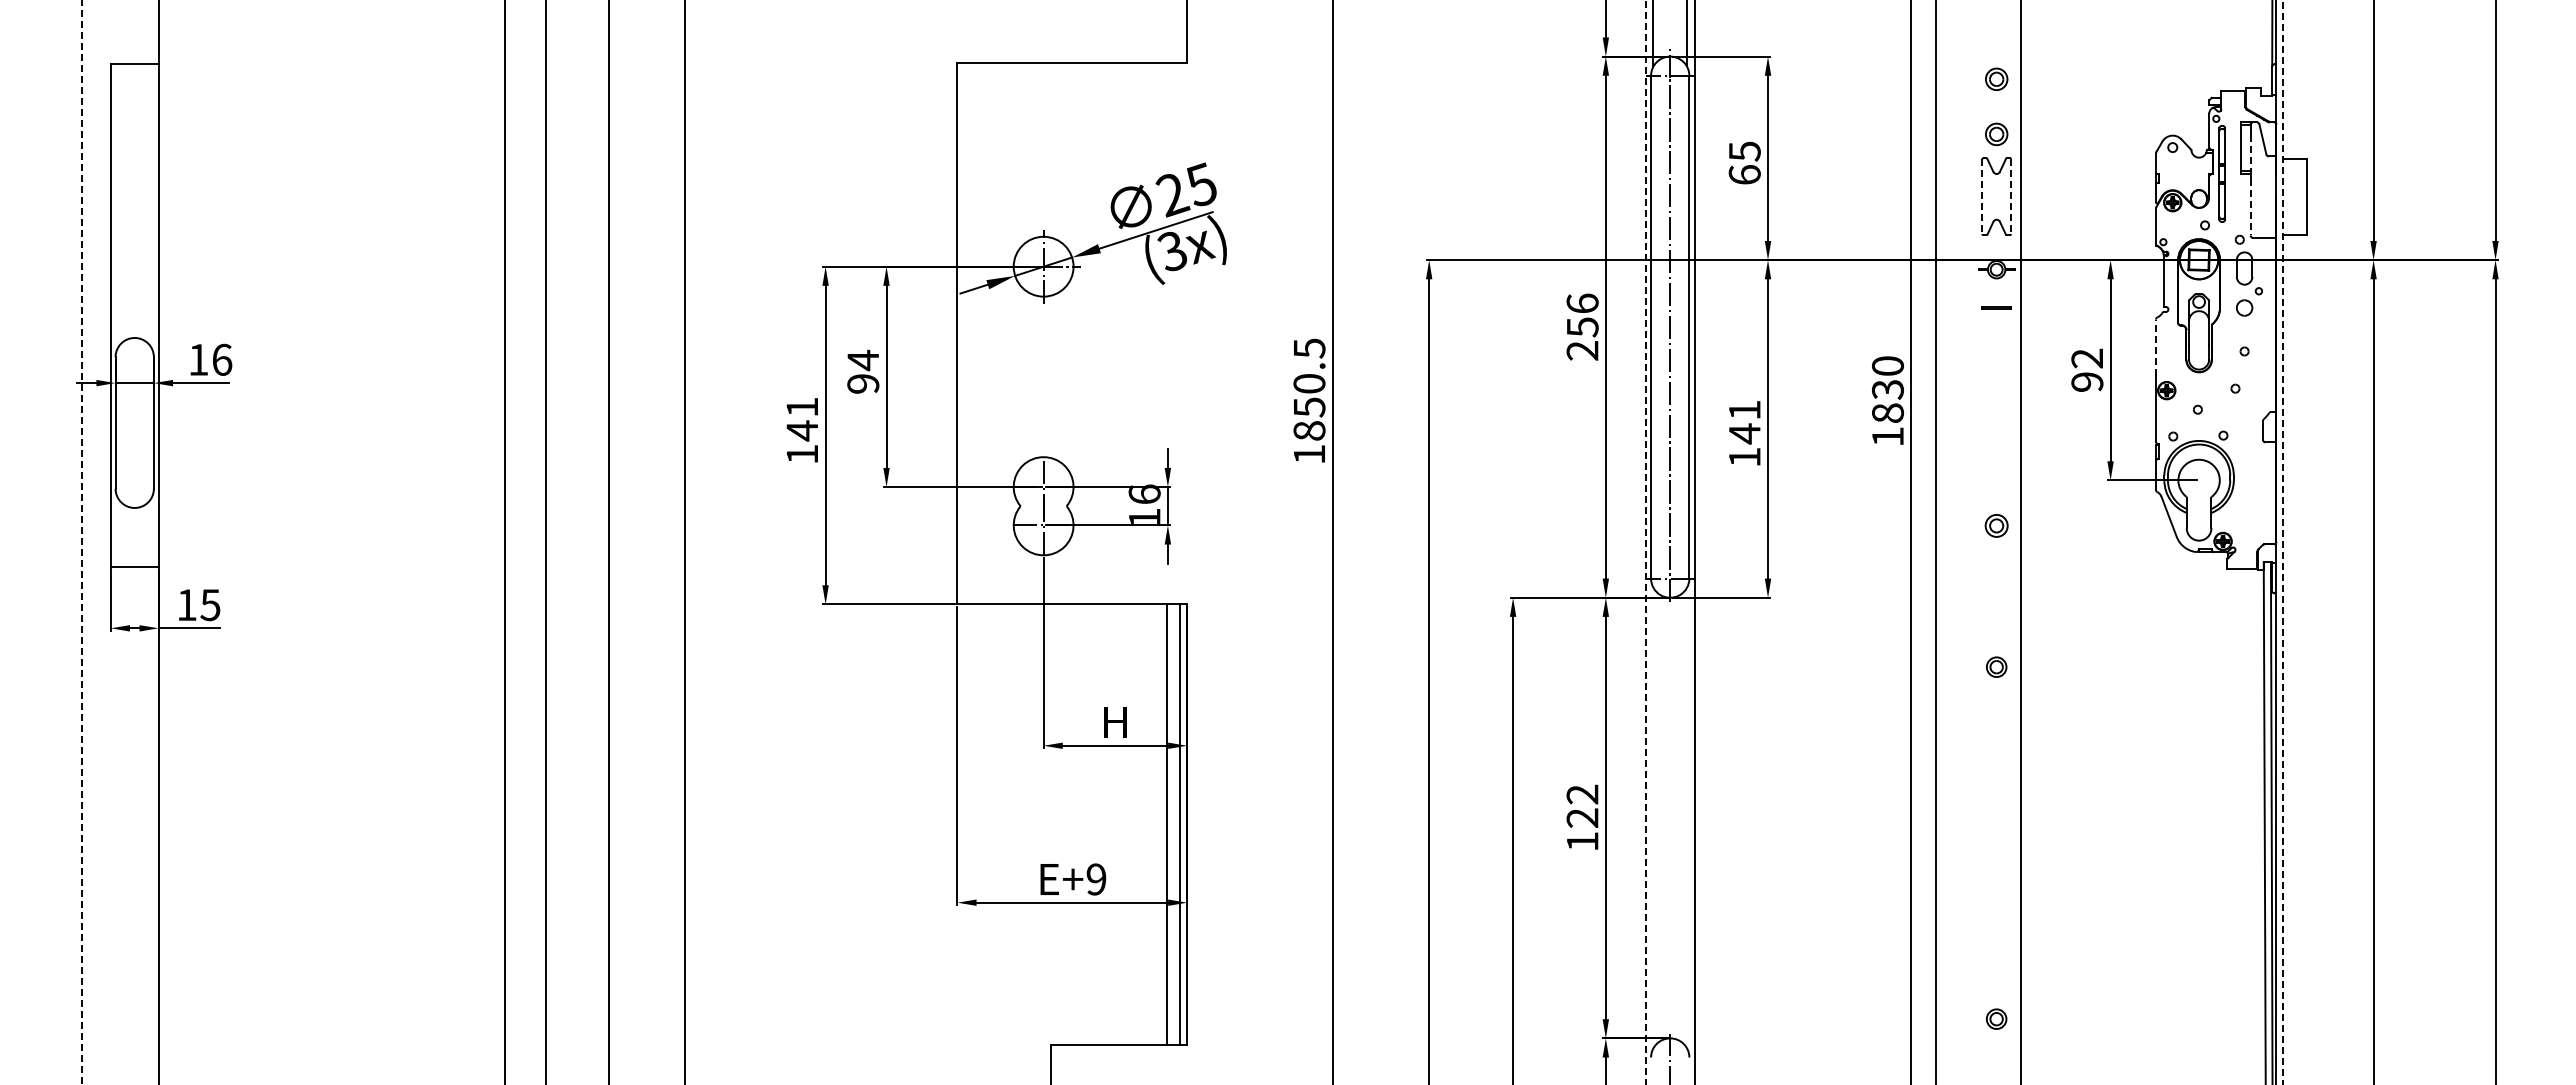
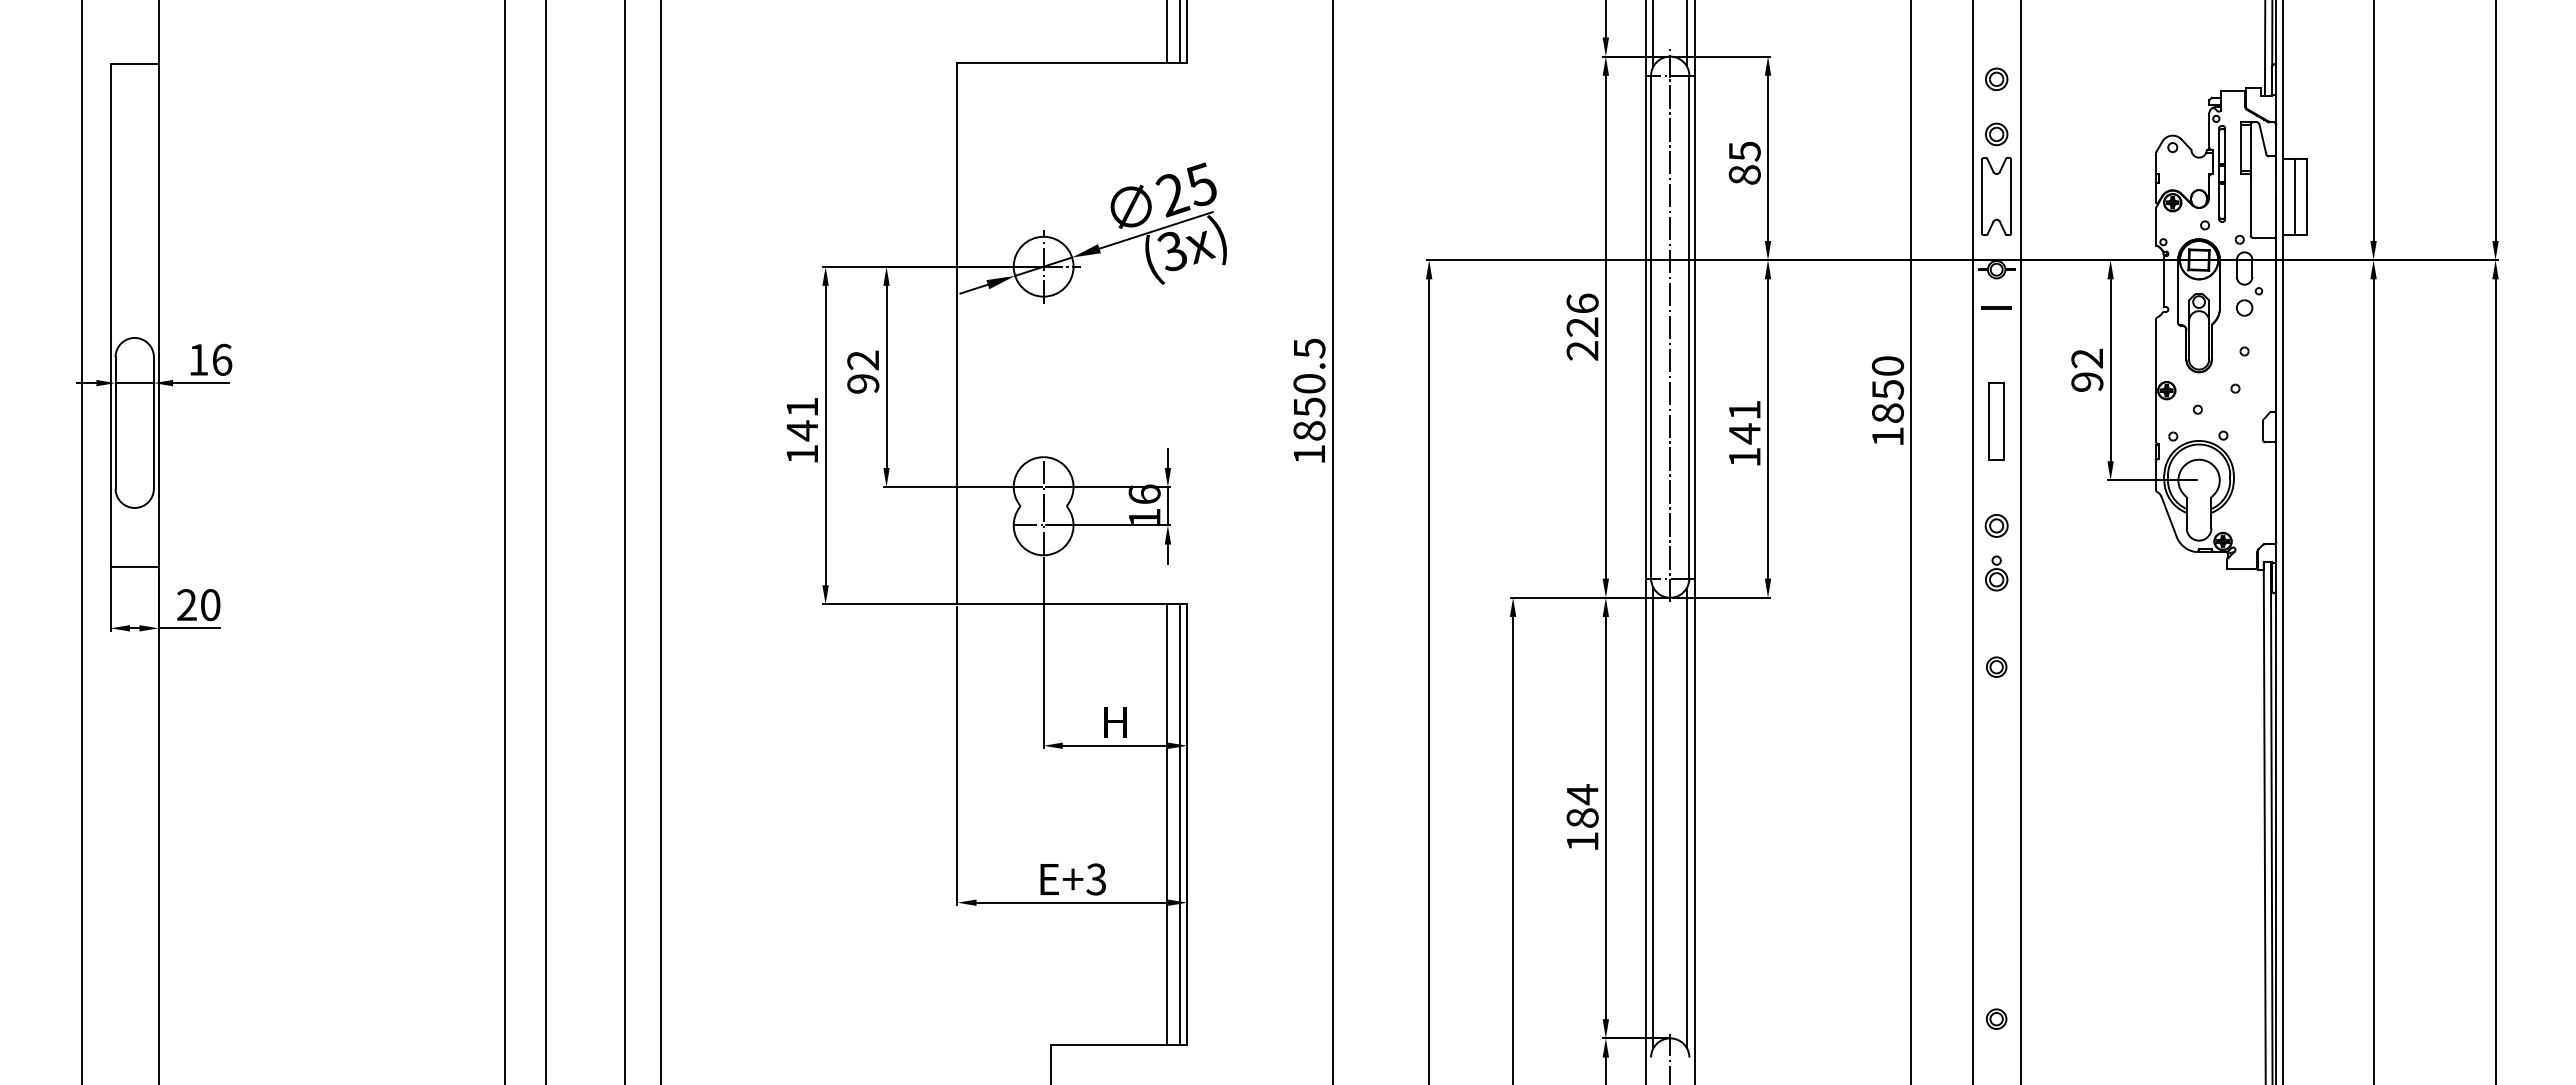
line at (1166, 32): none -> present
line at (1180, 32): none -> present
line at (2264, 48): none -> present
text at (1744, 174): 65 -> 85
line at (2250, 185): dashed -> solid
line at (2294, 196): none -> present
line at (1982, 197): dashed -> solid
line at (2011, 197): dashed -> solid
text at (1582, 327): 256 -> 226
line at (2156, 347): dashed -> solid
text at (862, 360): 94 -> 92
text at (1887, 389): 1830 -> 1850
part at (1996, 421): none -> present
line at (608, 541) position: (608, 541) -> (624, 541)
line at (684, 541) position: (684, 541) -> (660, 541)
line at (1935, 541) position: (1935, 541) -> (1972, 541)
line at (82, 542): dashed -> solid
line at (1645, 542): dashed -> solid
line at (2282, 542): dashed -> solid
part at (1996, 573): none -> present
text at (198, 605): 15 -> 20
text at (1582, 805): 122 -> 184
line at (1653, 817): none -> present
line at (1686, 817): none -> present
text at (1096, 879): E+9 -> E+3
